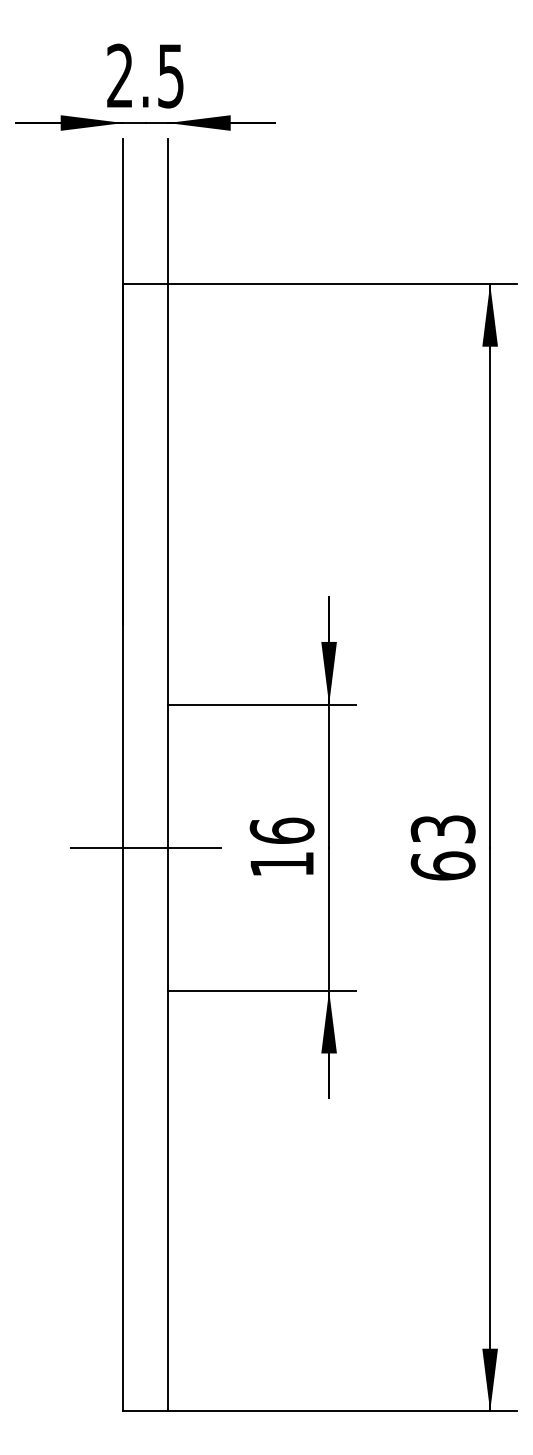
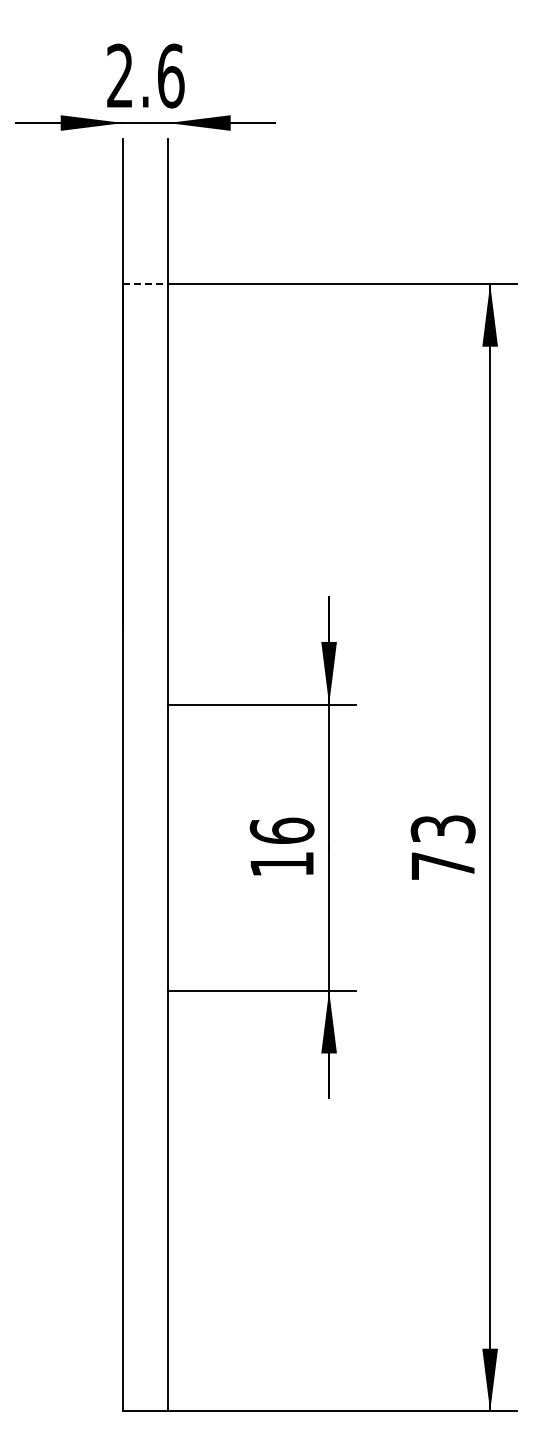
text at (171, 75): 2.5 -> 2.6
line at (146, 284): solid -> dashed
line at (145, 847): present -> none
text at (442, 865): 63 -> 73
